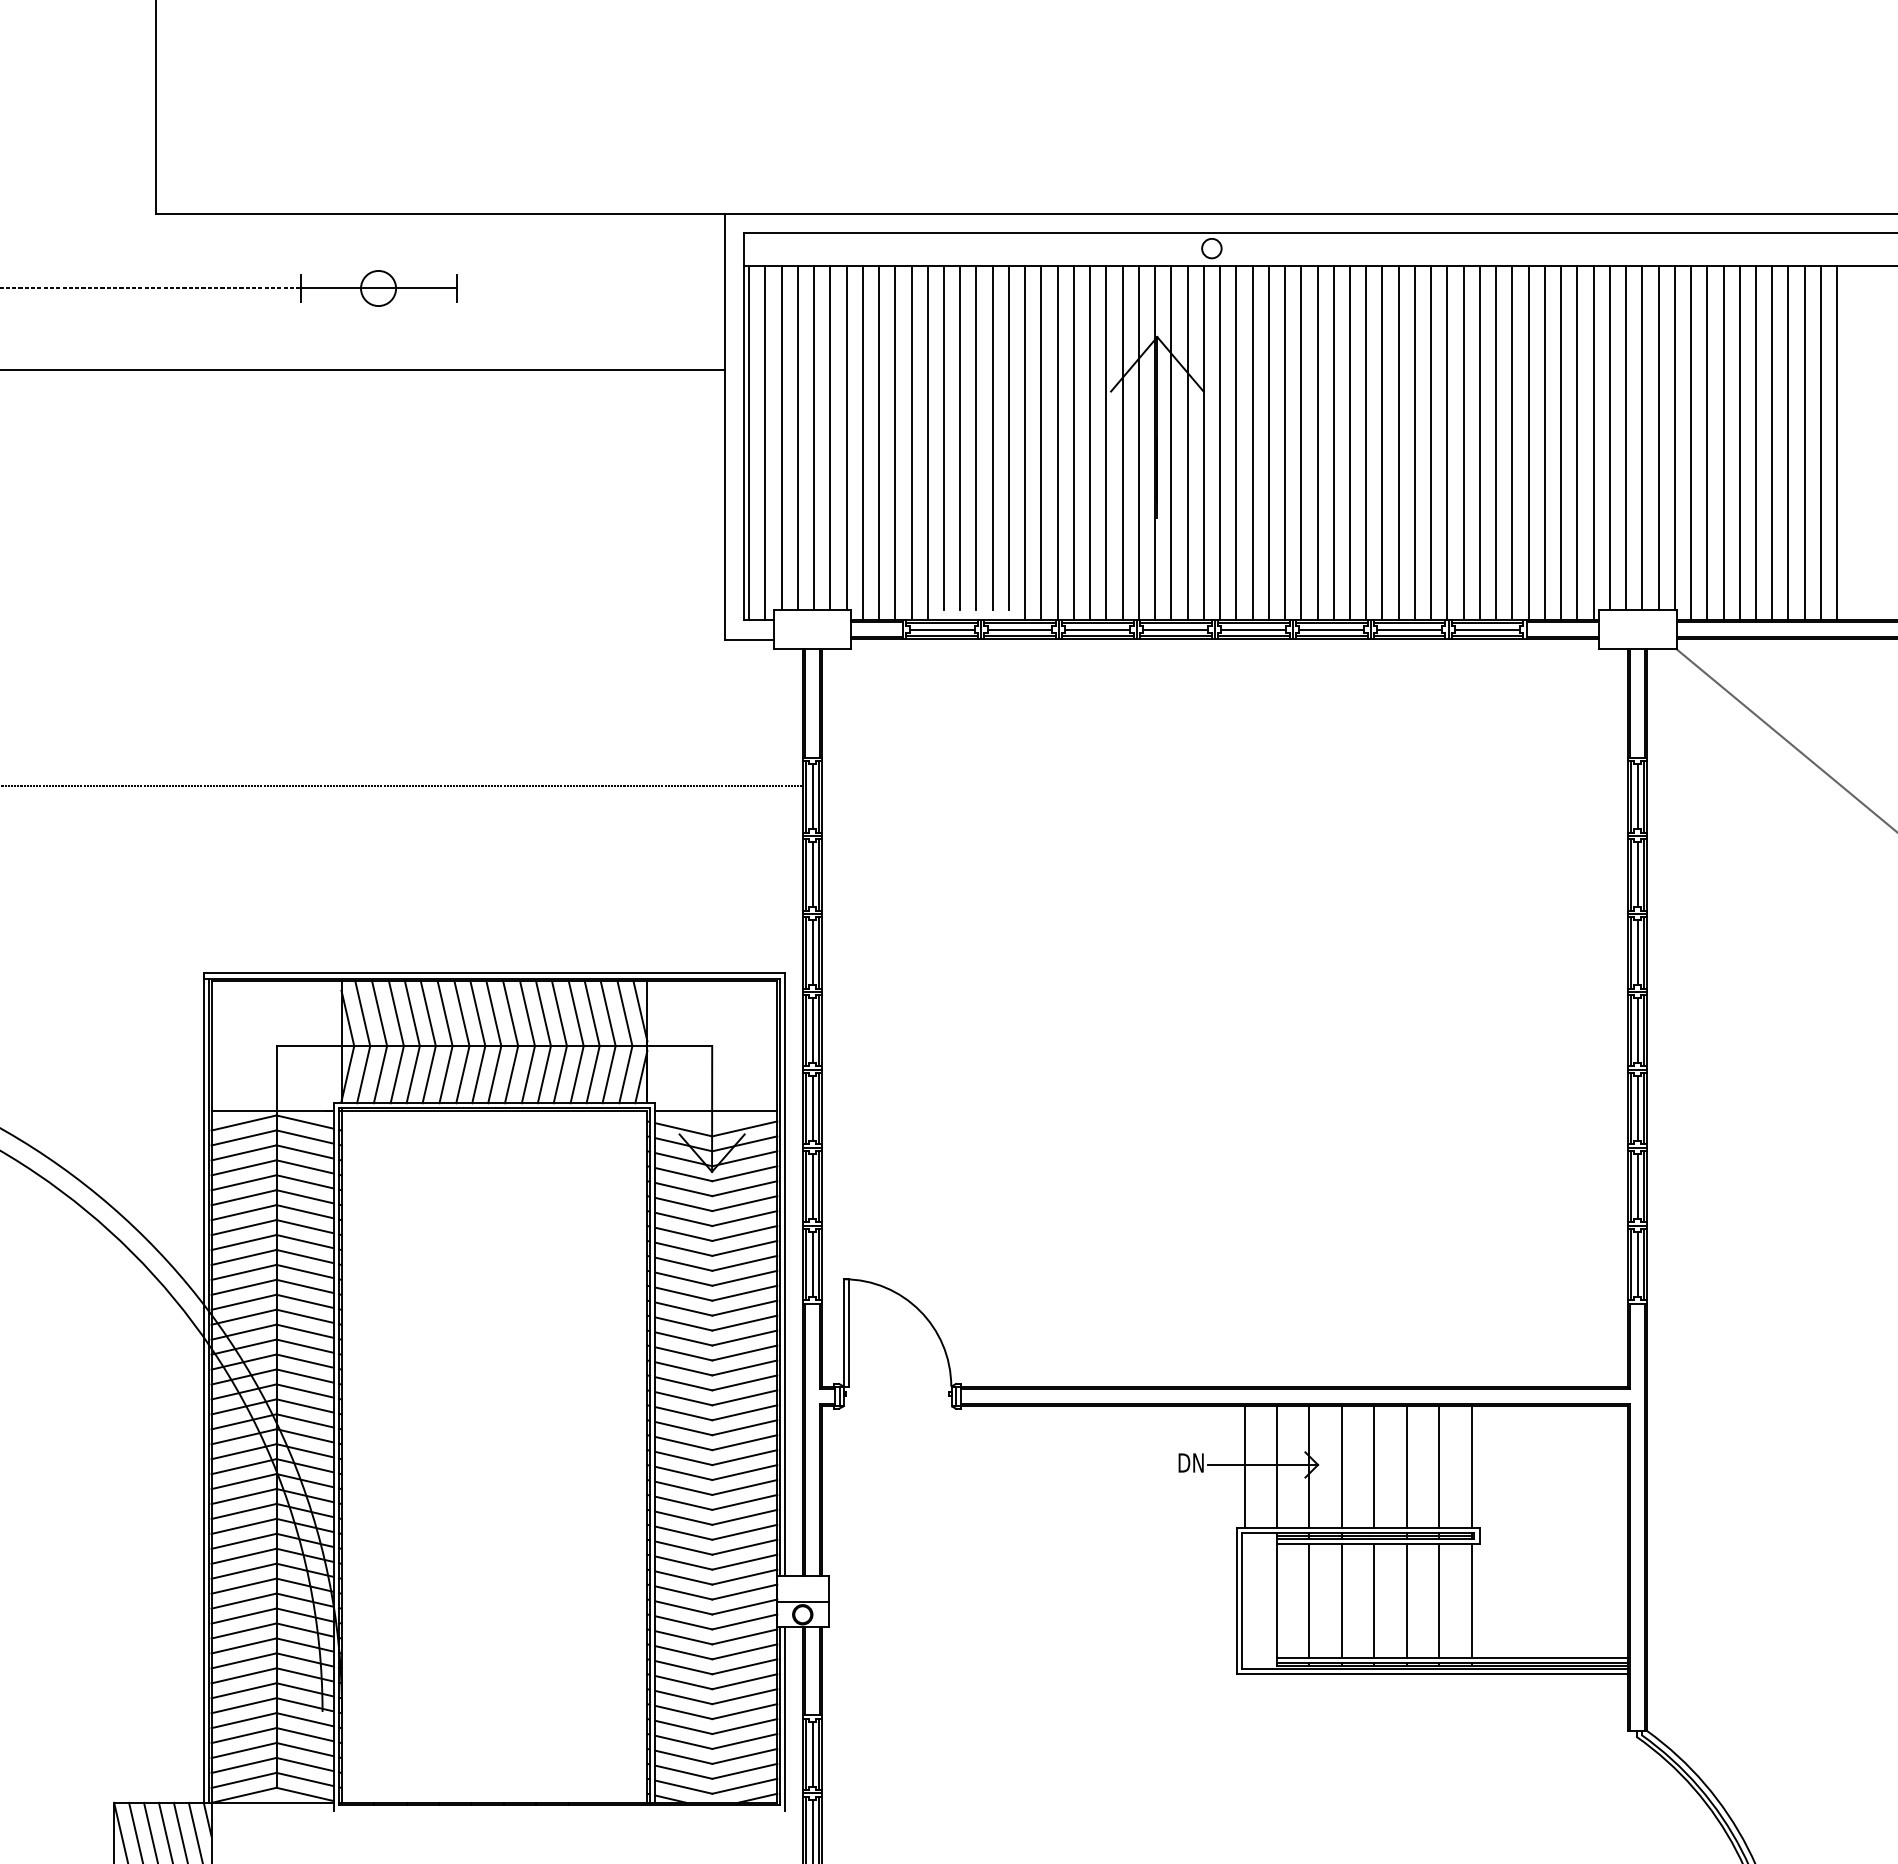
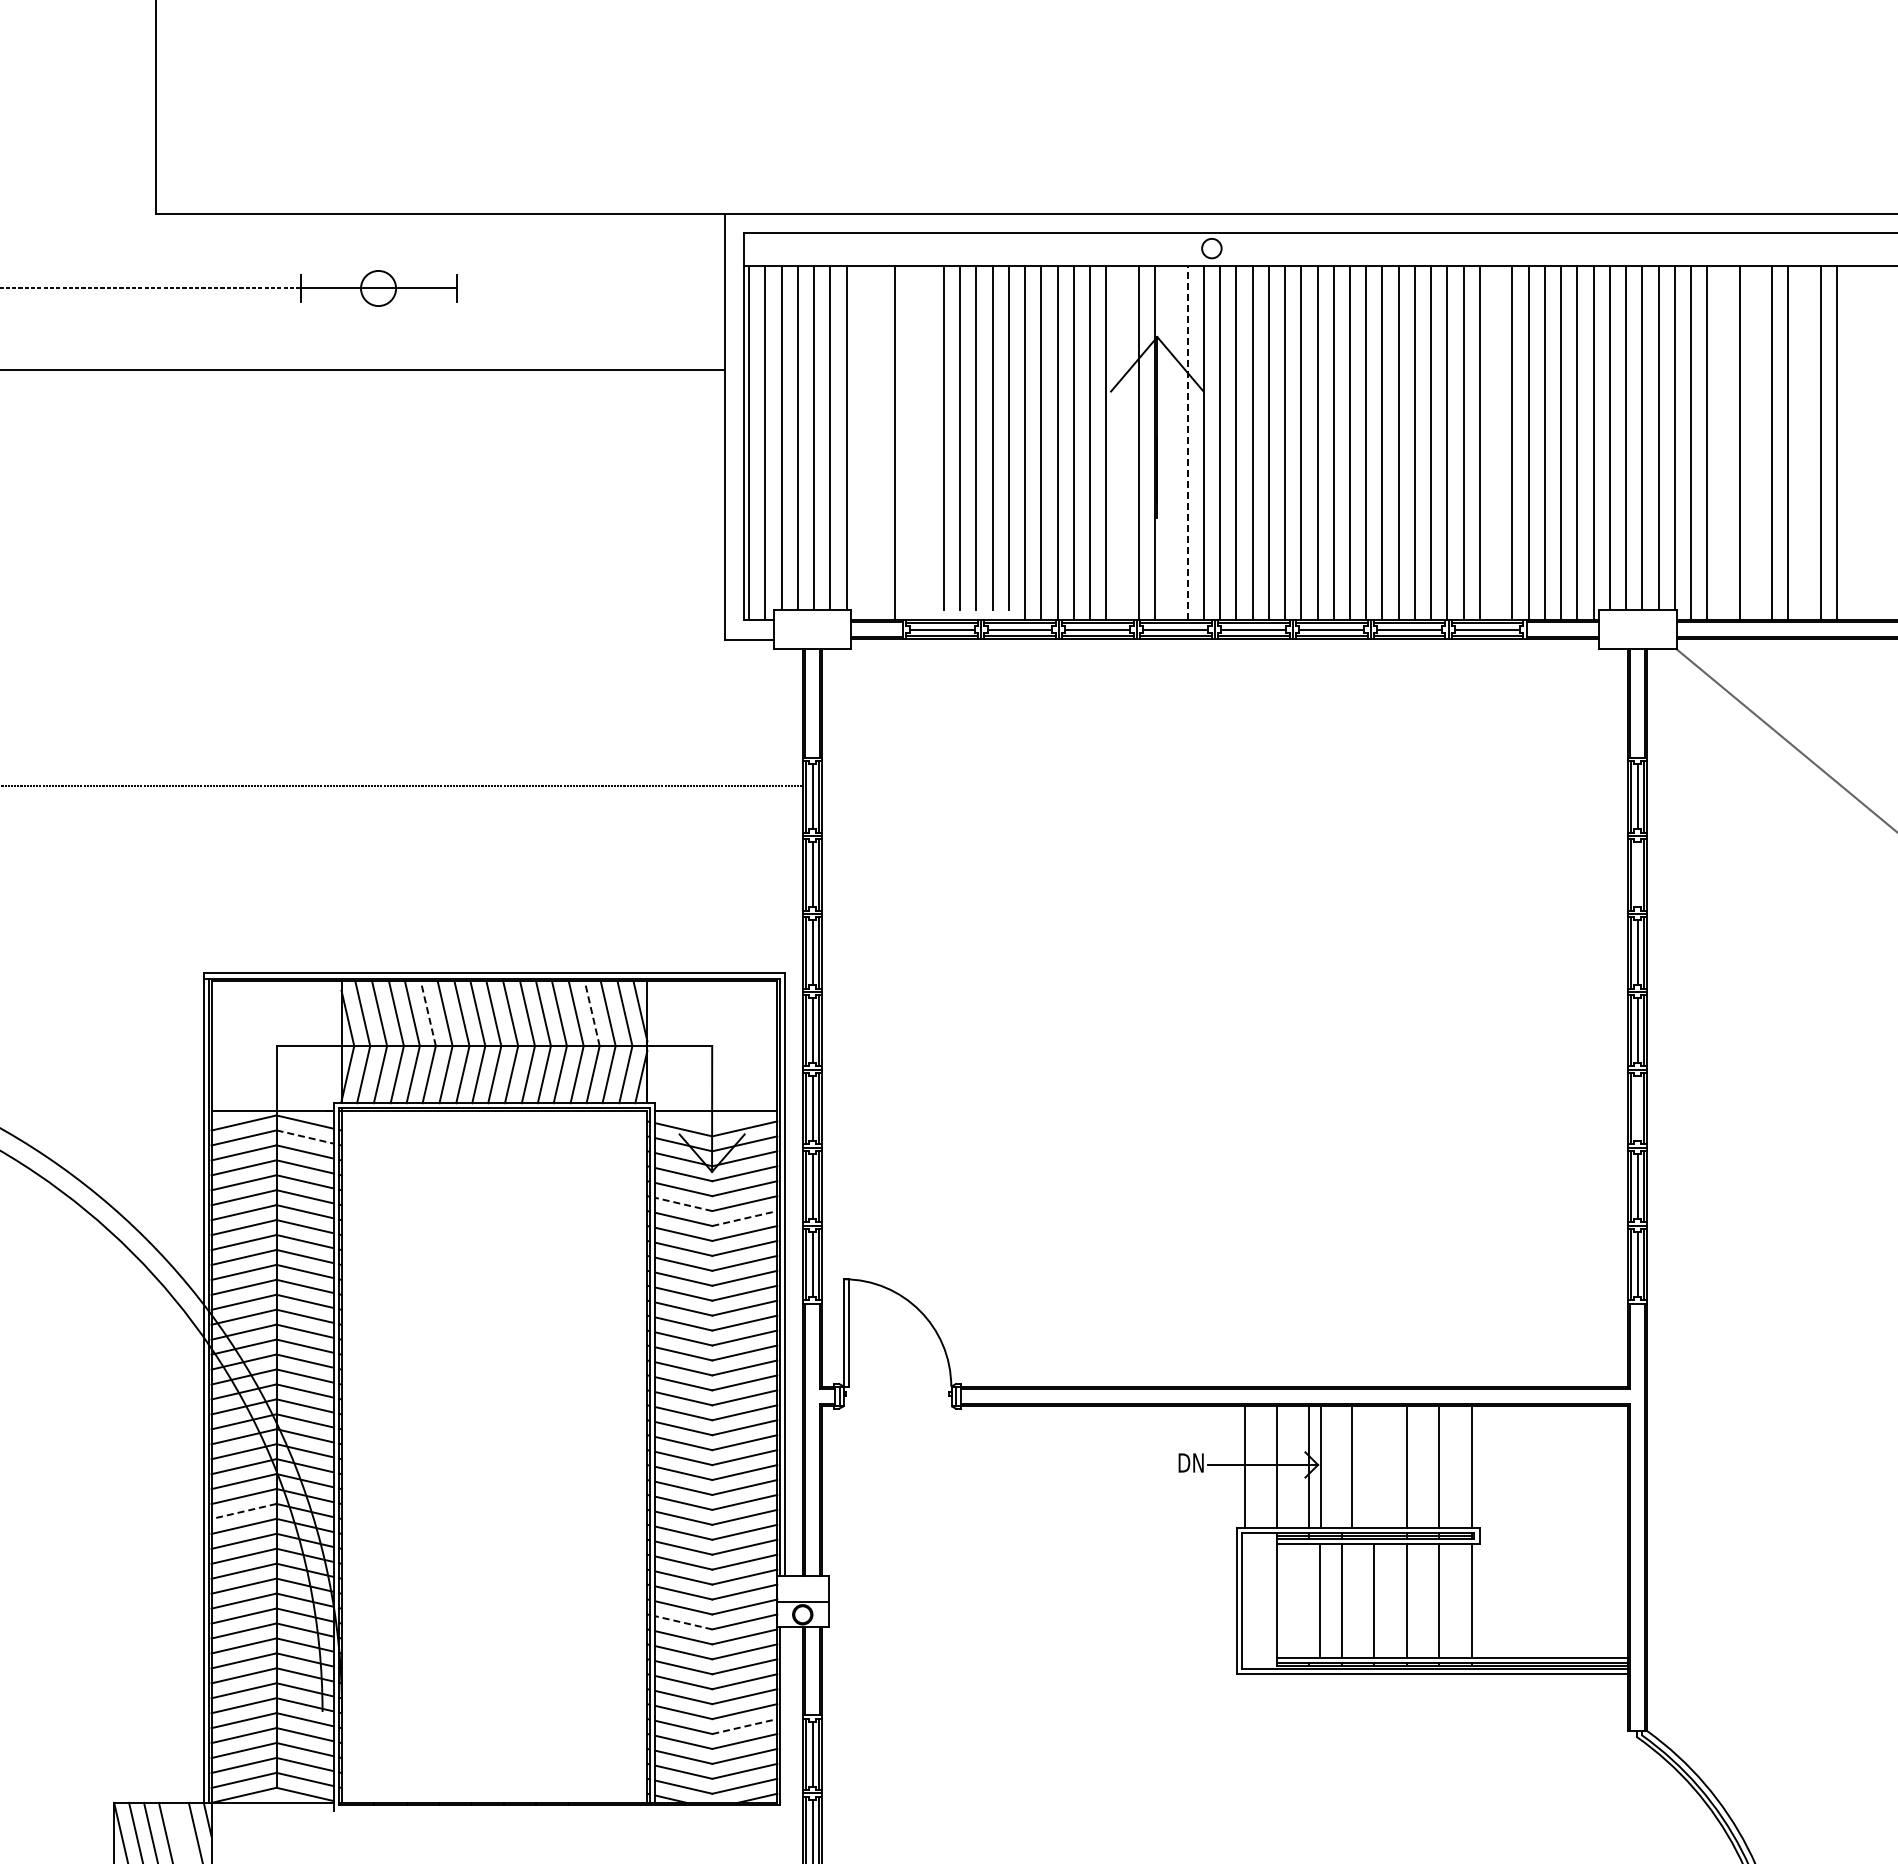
line at (1187, 442): solid -> dashed
line at (862, 443): present -> none
line at (879, 443): present -> none
line at (911, 443): present -> none
line at (927, 443): present -> none
line at (1122, 443): present -> none
line at (1171, 443): present -> none
line at (1496, 443): present -> none
line at (1723, 443): present -> none
line at (1756, 443): present -> none
line at (1804, 443): present -> none
line at (1637, 874): present -> none
line at (428, 1013): solid -> dashed
line at (592, 1013): solid -> dashed
line at (1637, 1108): present -> none
line at (305, 1137): solid -> dashed
line at (683, 1204): solid -> dashed
line at (745, 1218): solid -> dashed
line at (1341, 1467) position: (1341, 1467) -> (1320, 1467)
line at (1374, 1467) position: (1374, 1467) -> (1352, 1467)
line at (243, 1511): solid -> dashed
line at (1309, 1600) position: (1309, 1600) -> (1320, 1600)
line at (683, 1622): solid -> dashed
line at (785, 1718): present -> none
line at (745, 1726): solid -> dashed
line at (180, 1831): present -> none
